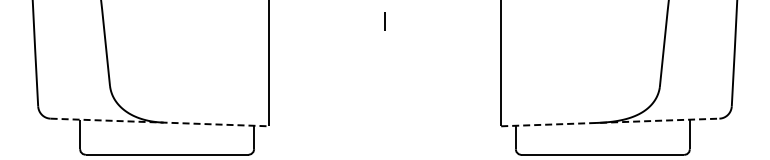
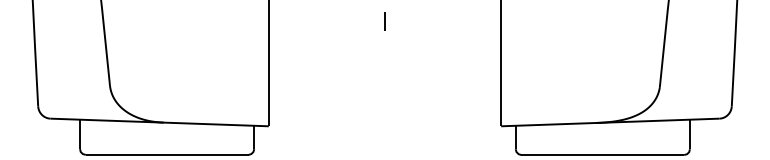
line at (160, 122): dashed -> solid
line at (610, 122): dashed -> solid
